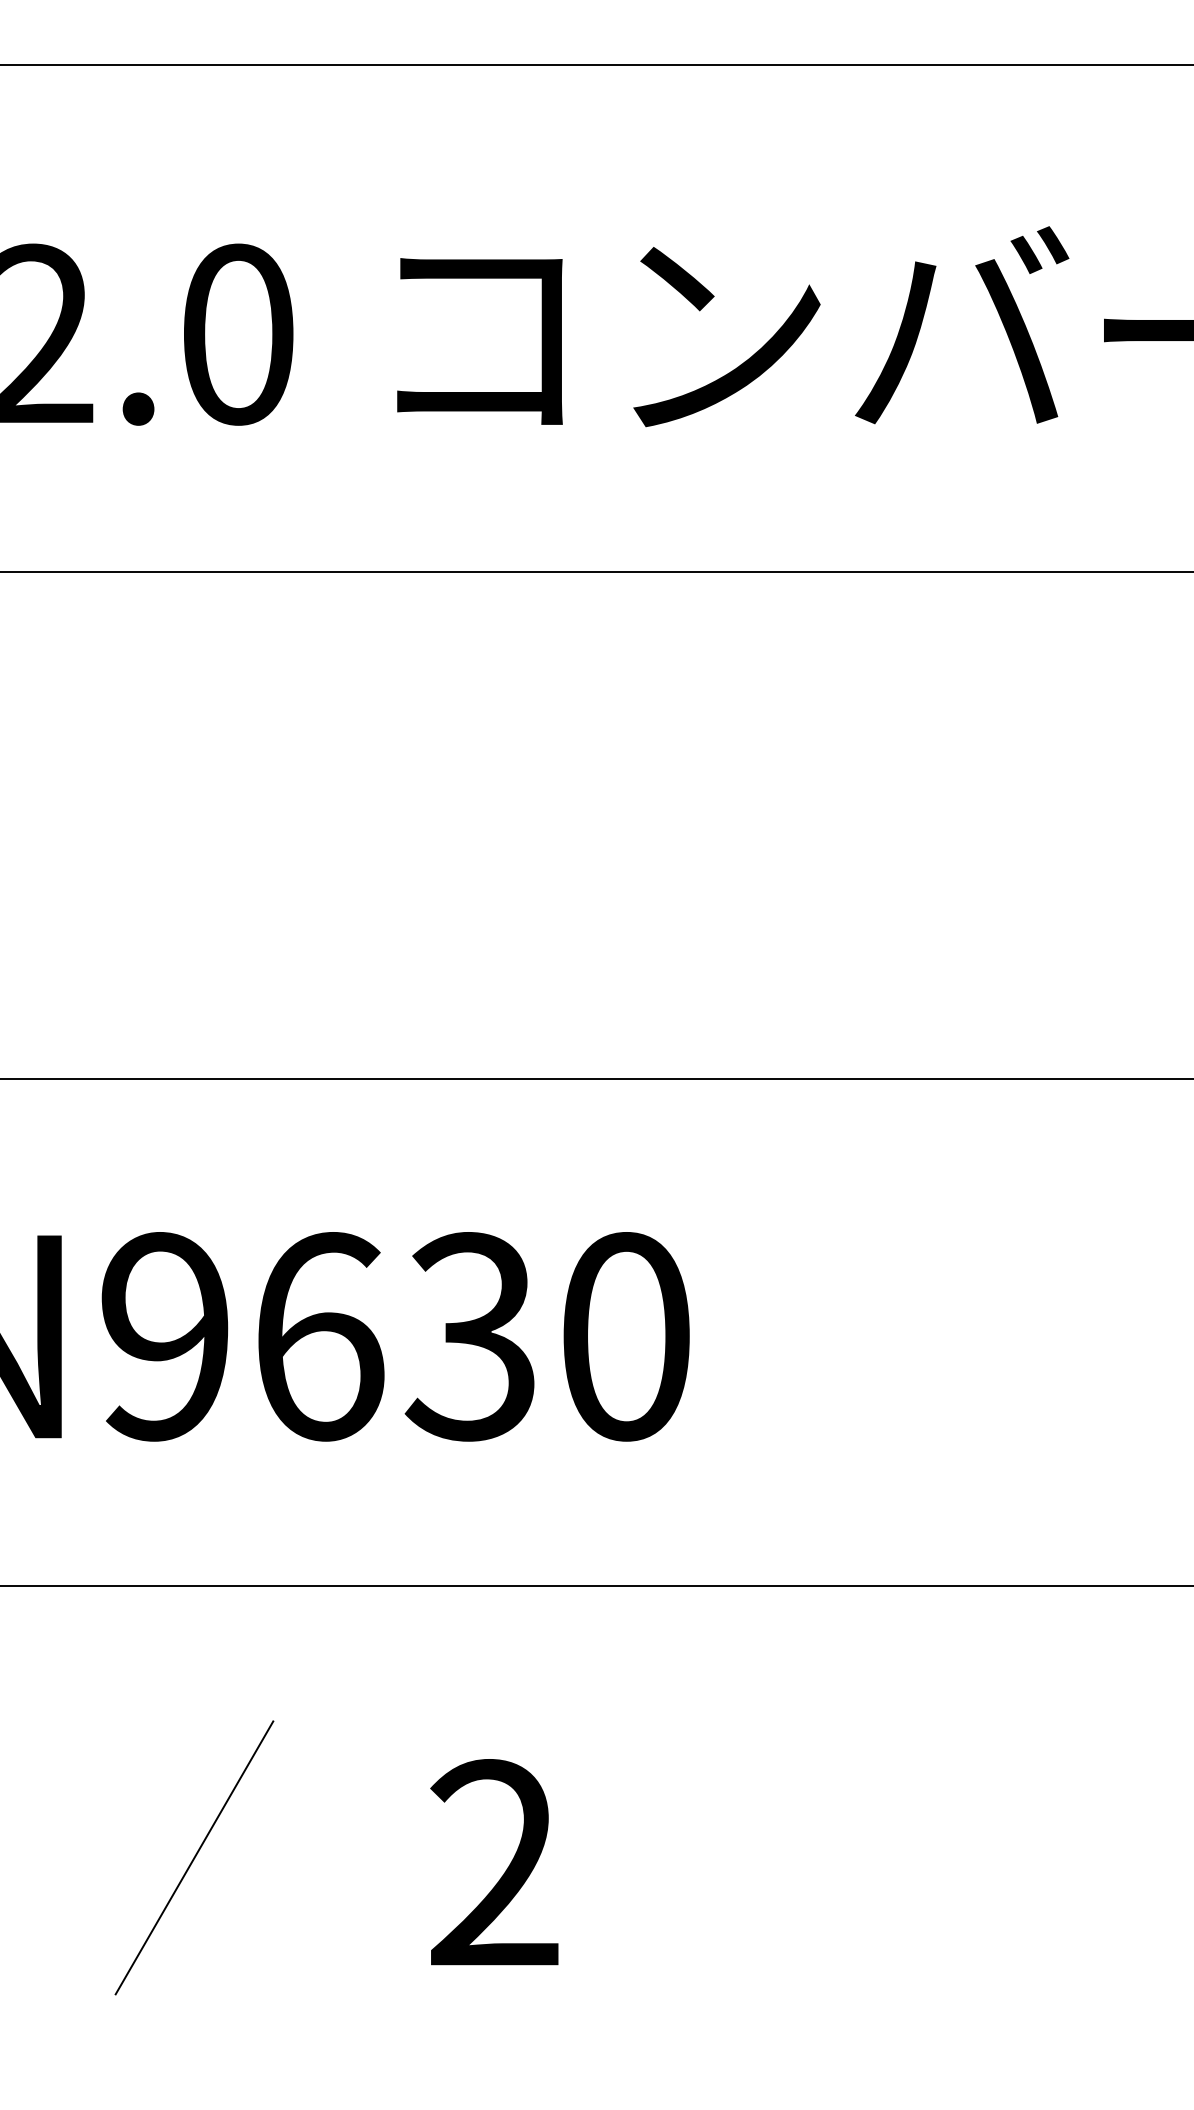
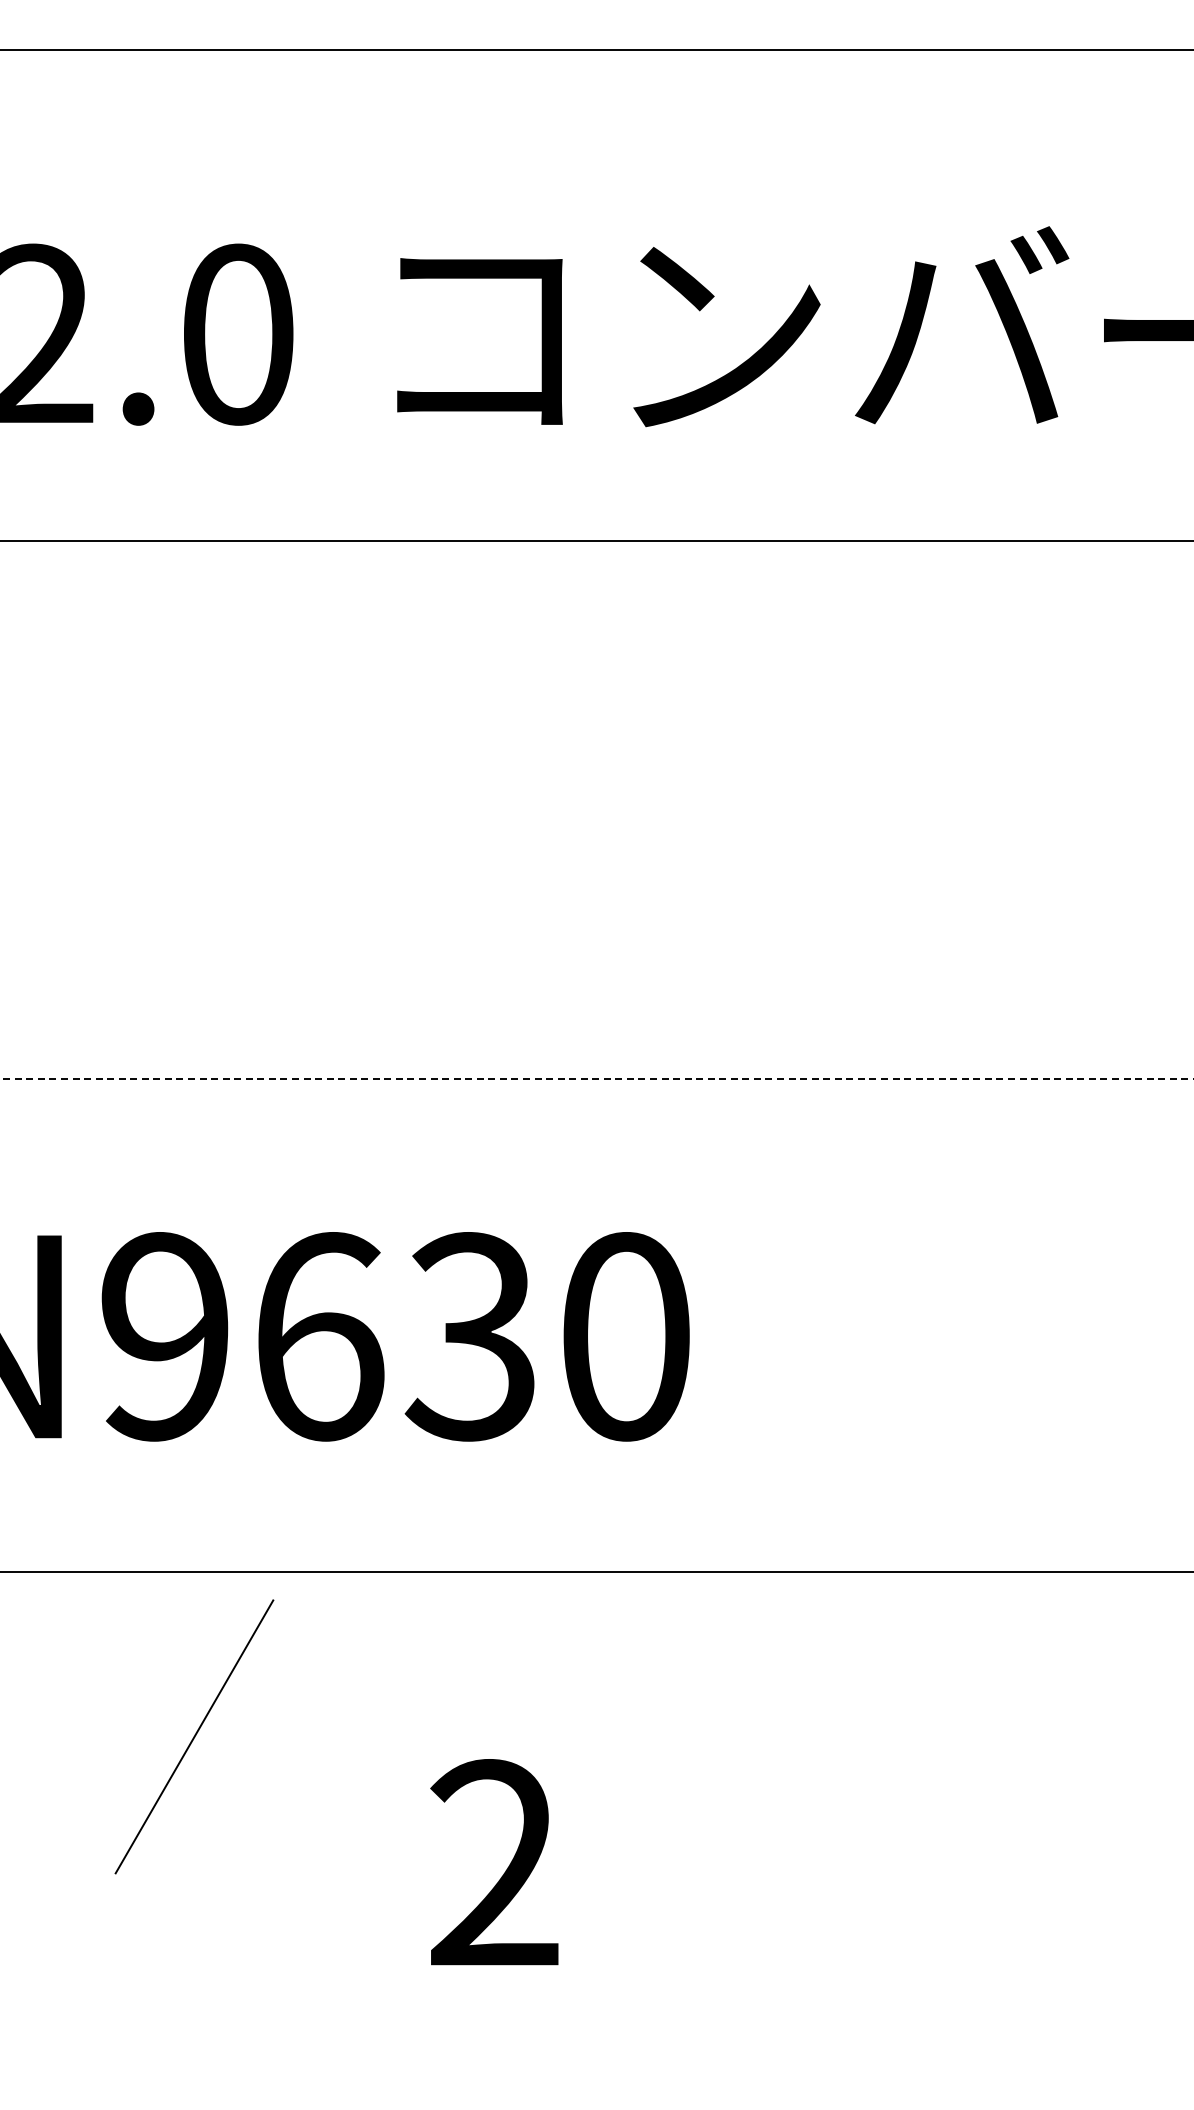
line at (596, 64) position: (596, 64) -> (596, 49)
line at (596, 572) position: (596, 572) -> (596, 541)
line at (597, 1079): solid -> dashed
line at (596, 1586) position: (596, 1586) -> (596, 1572)
line at (194, 1857) position: (194, 1857) -> (194, 1736)
